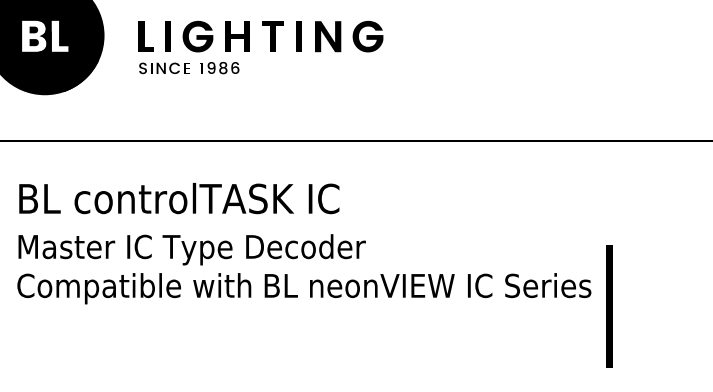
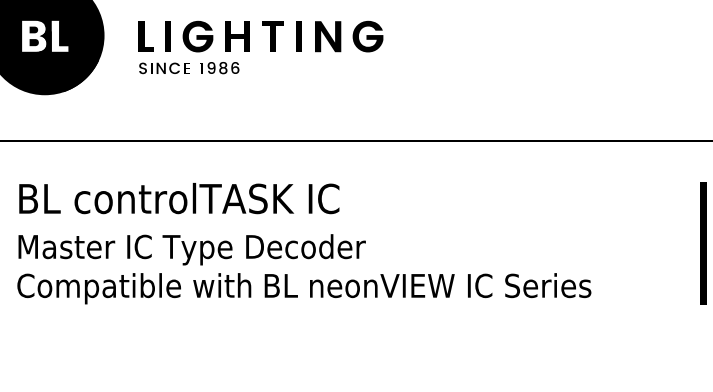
line at (609, 306) position: (609, 306) -> (703, 243)
